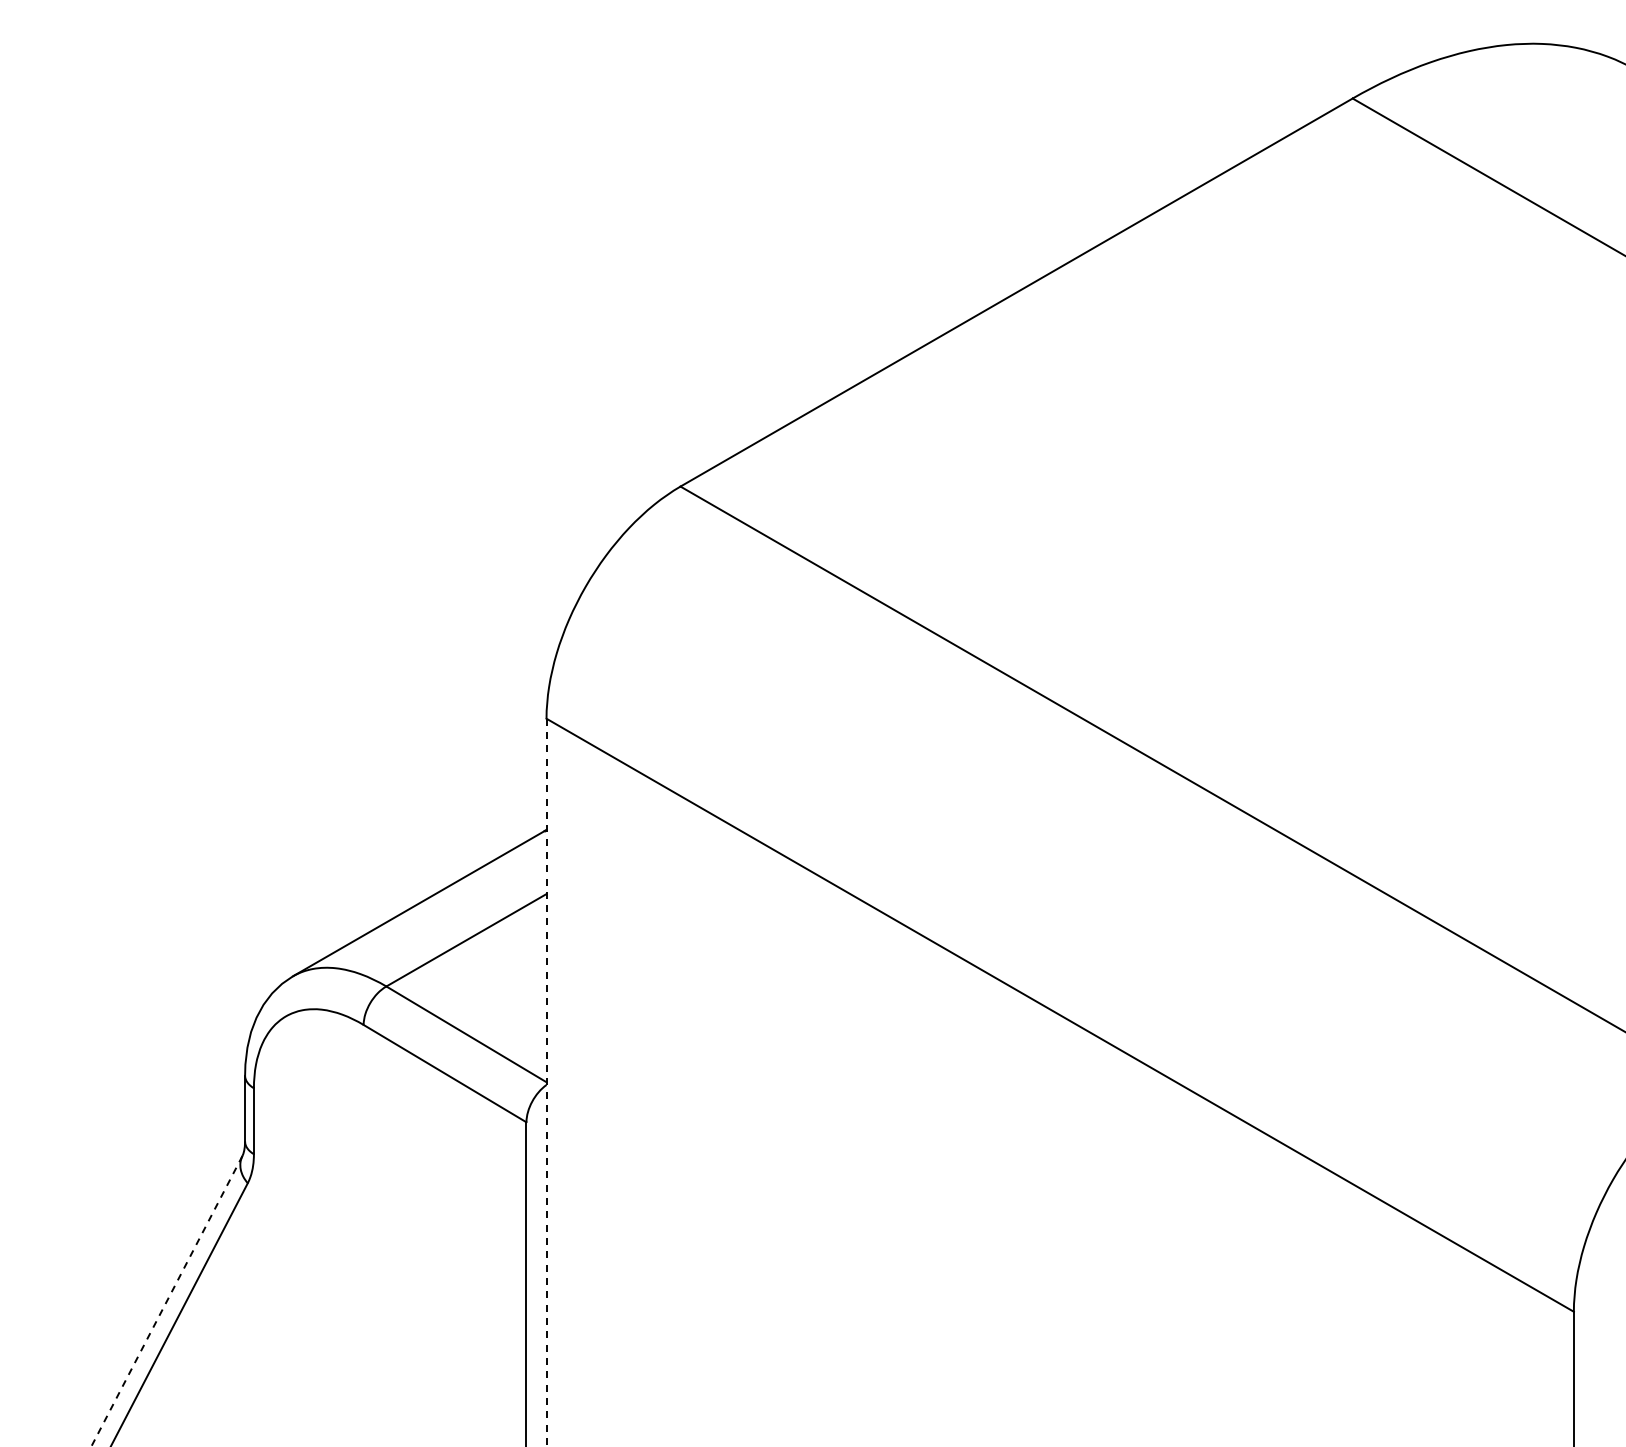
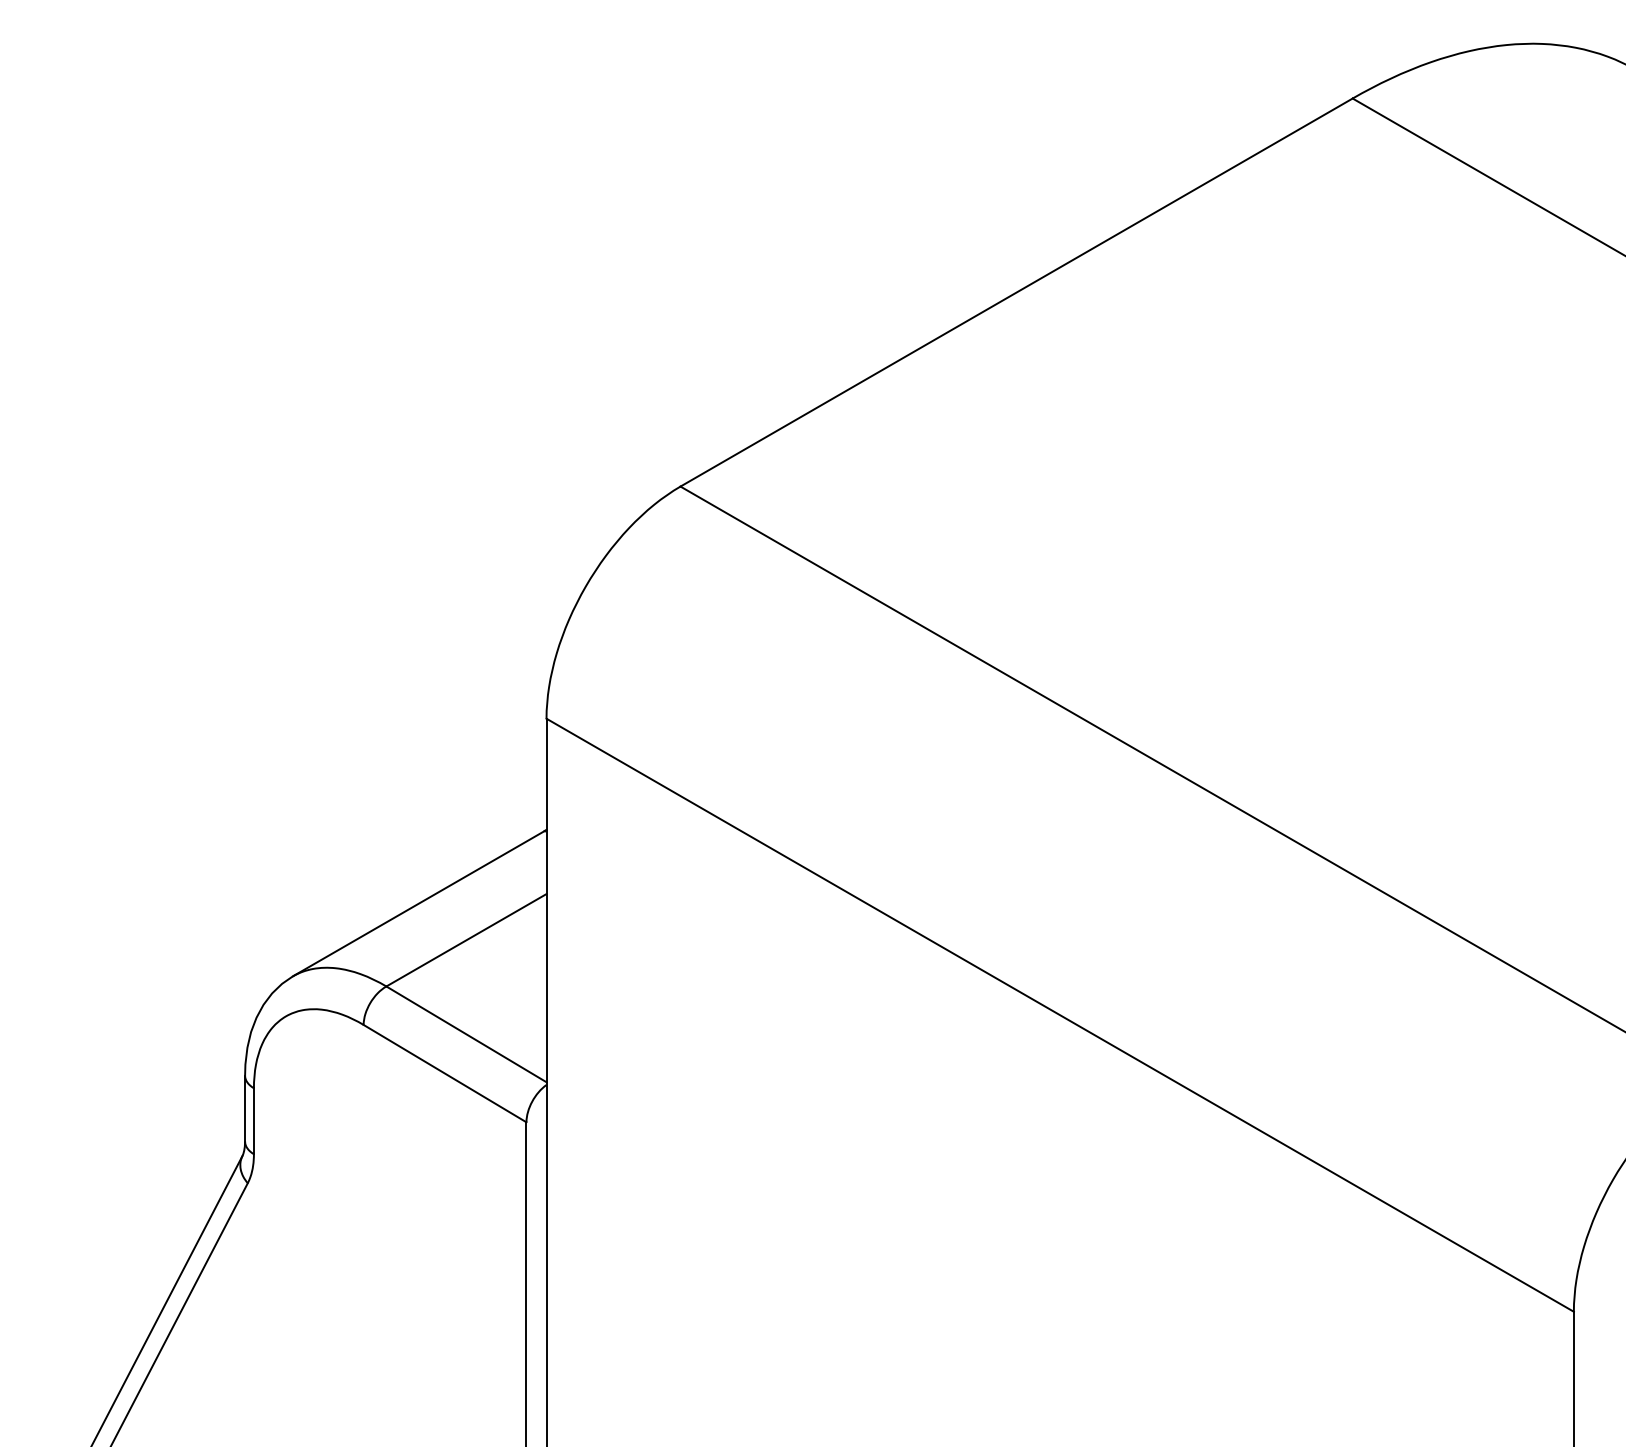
line at (546, 1082): dashed -> solid
line at (166, 1301): dashed -> solid
